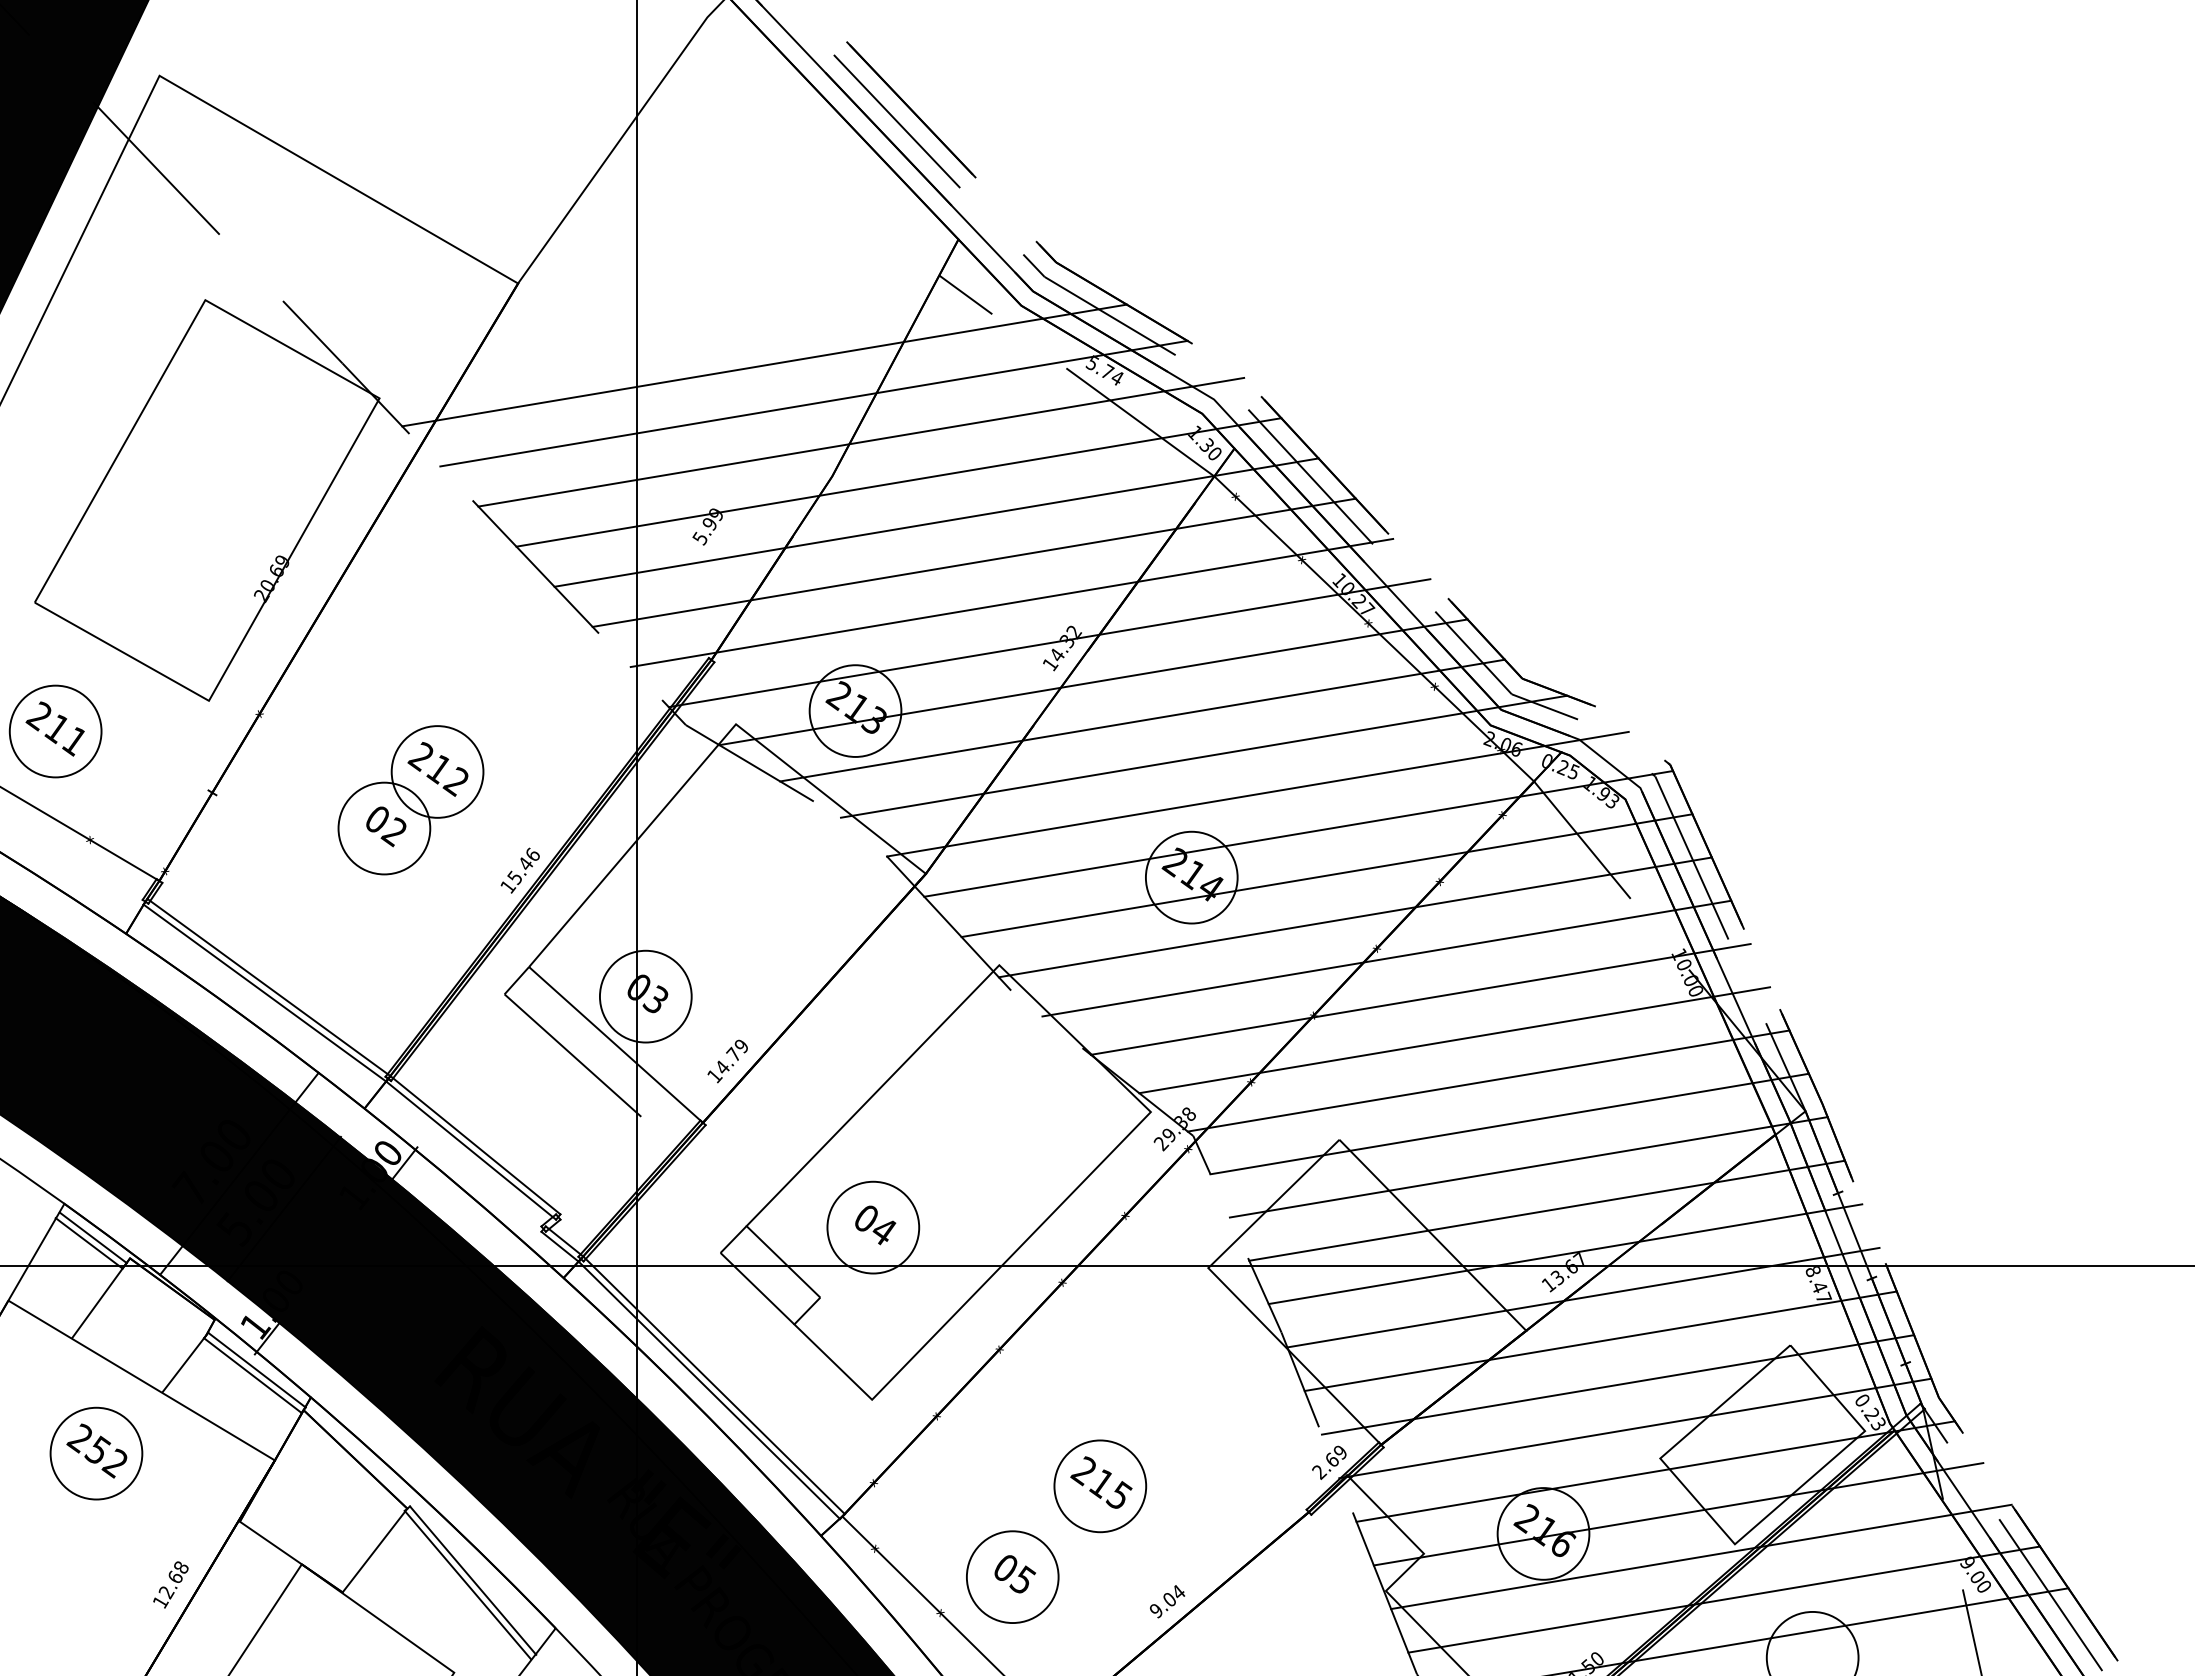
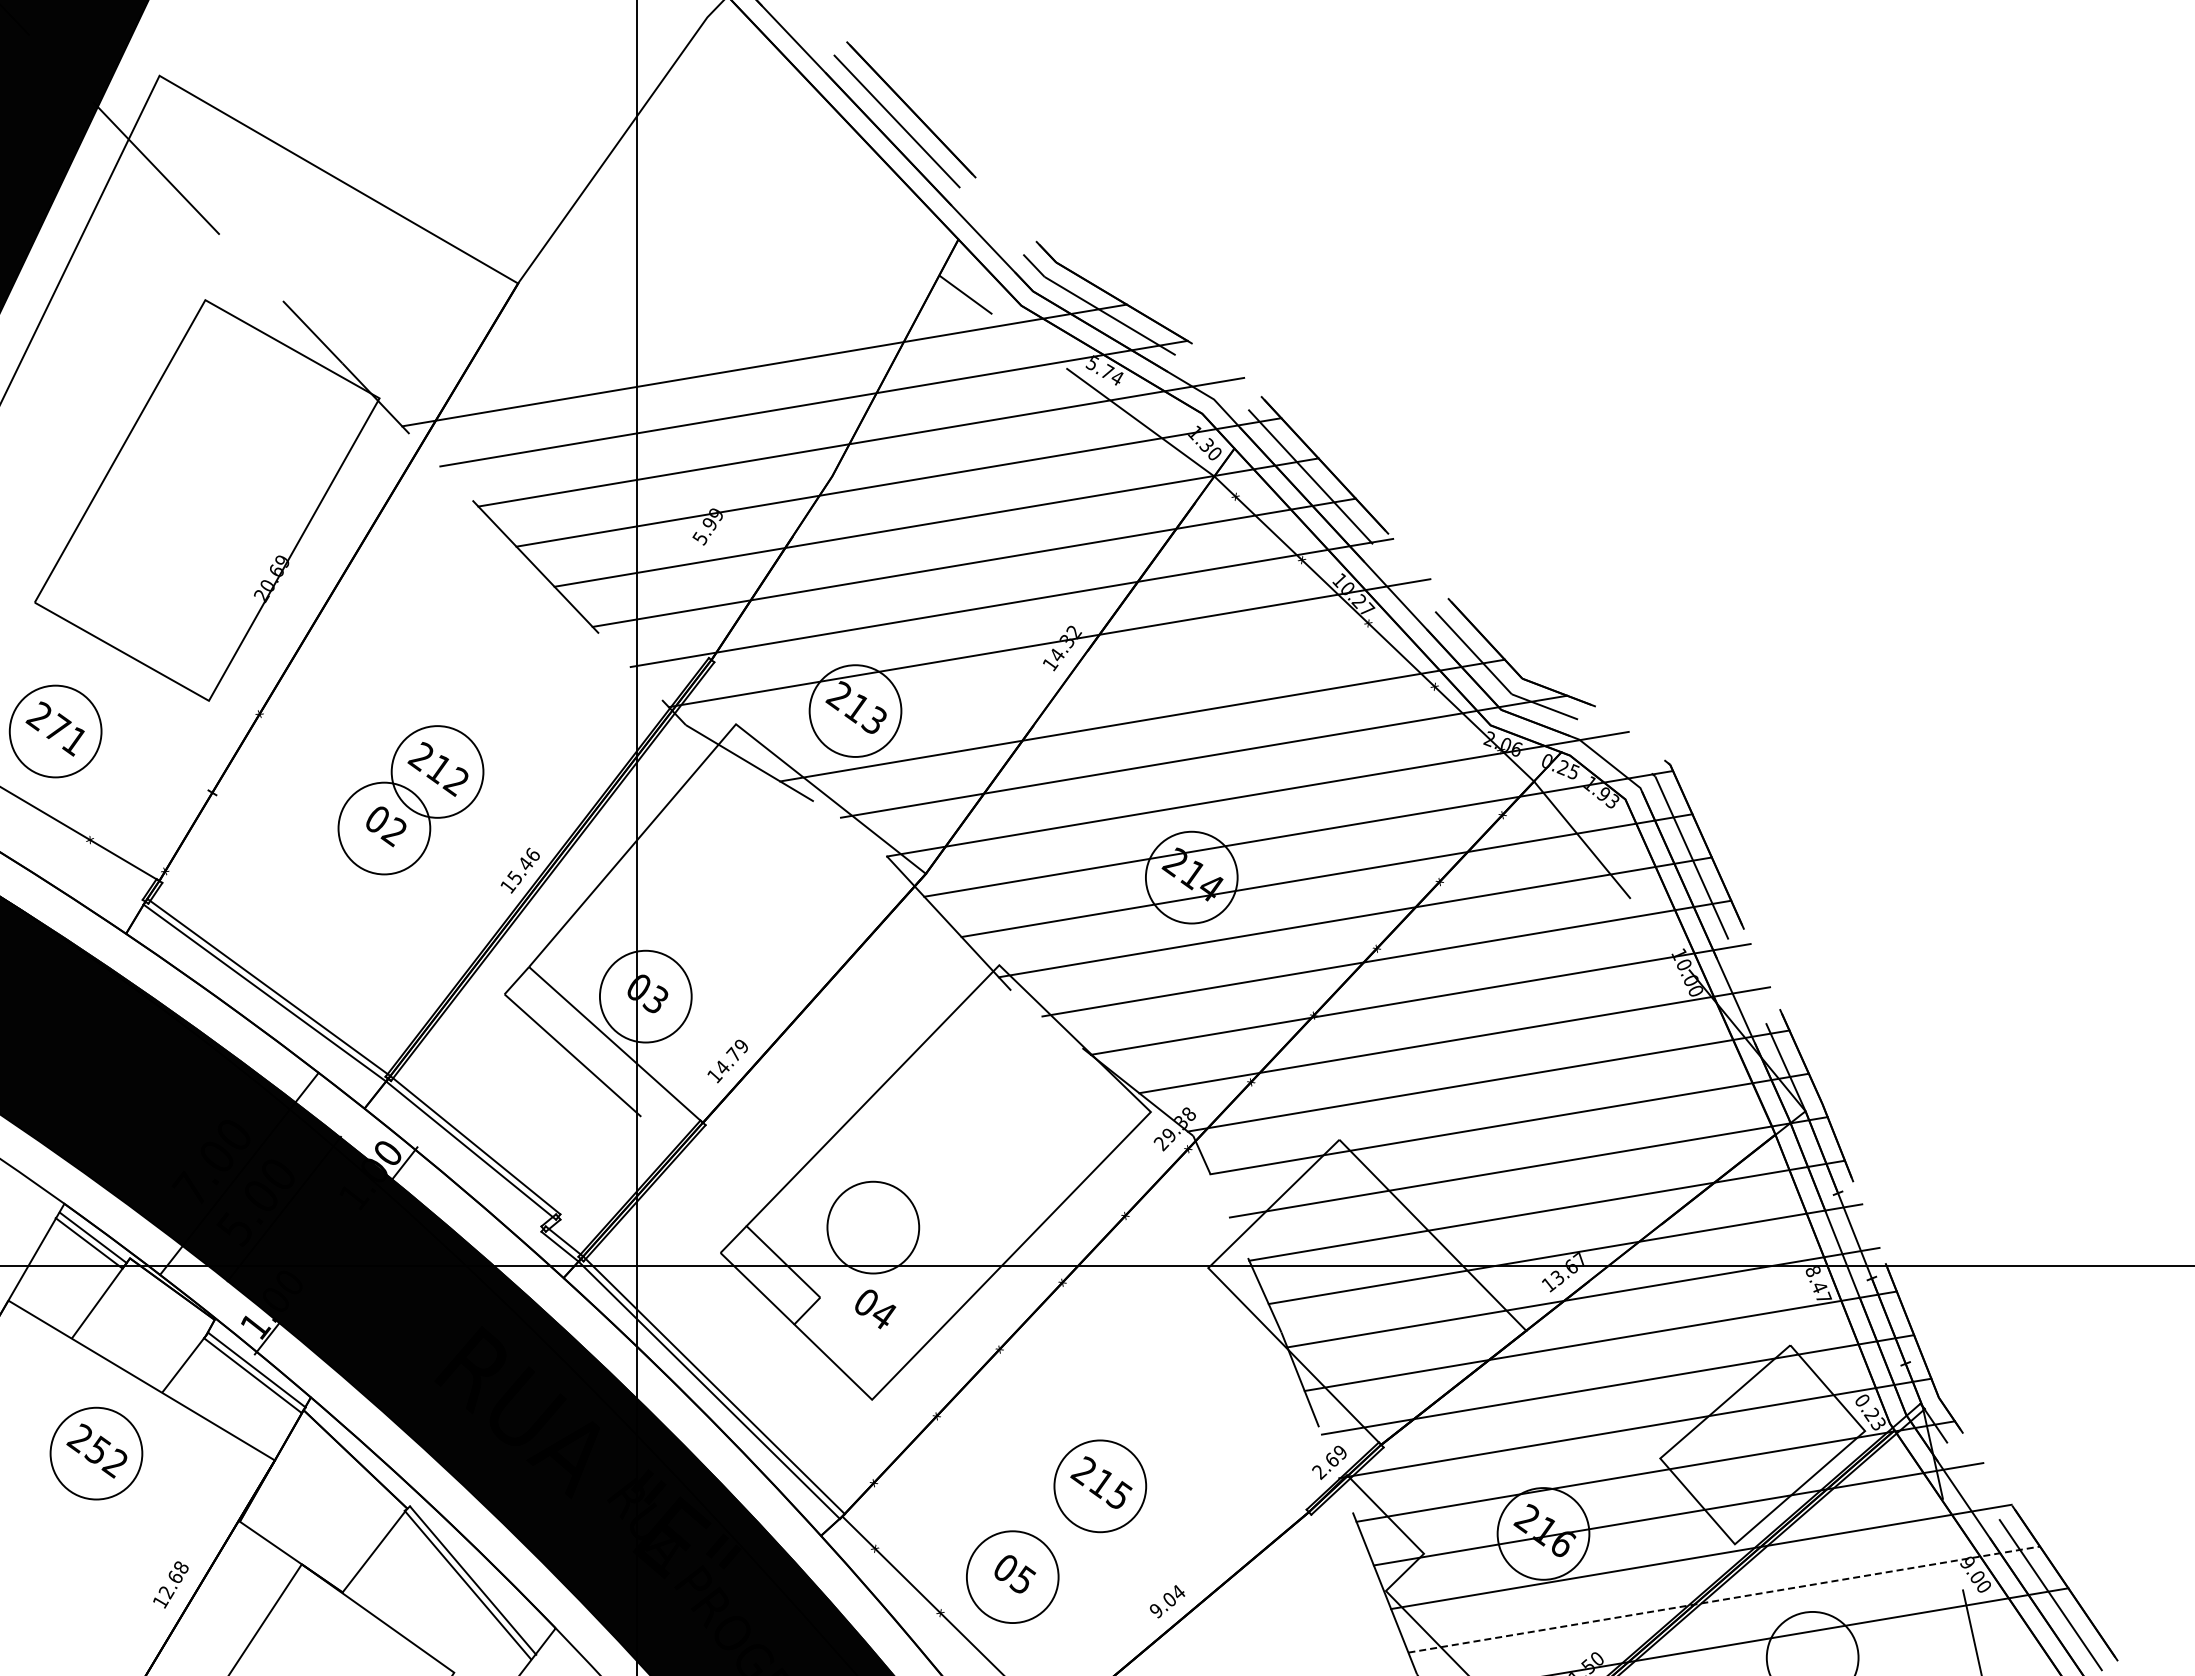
line at (1093, 682): present -> none
text at (57, 728): 211 -> 271
text at (875, 1225) position: (875, 1225) -> (875, 1309)
line at (1724, 1599): solid -> dashed
